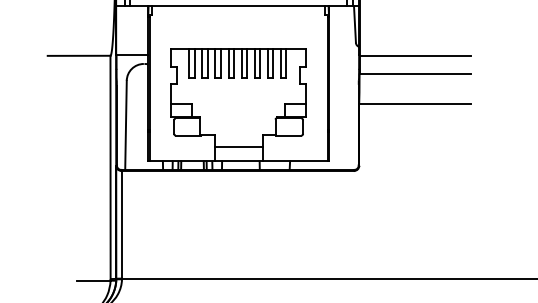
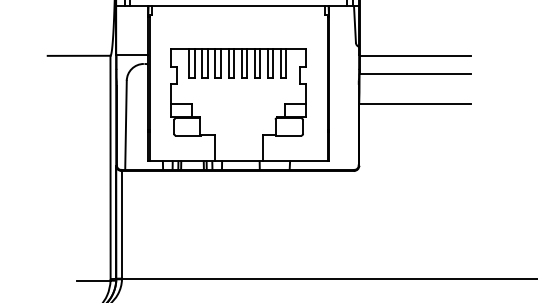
line at (238, 146): present -> none
